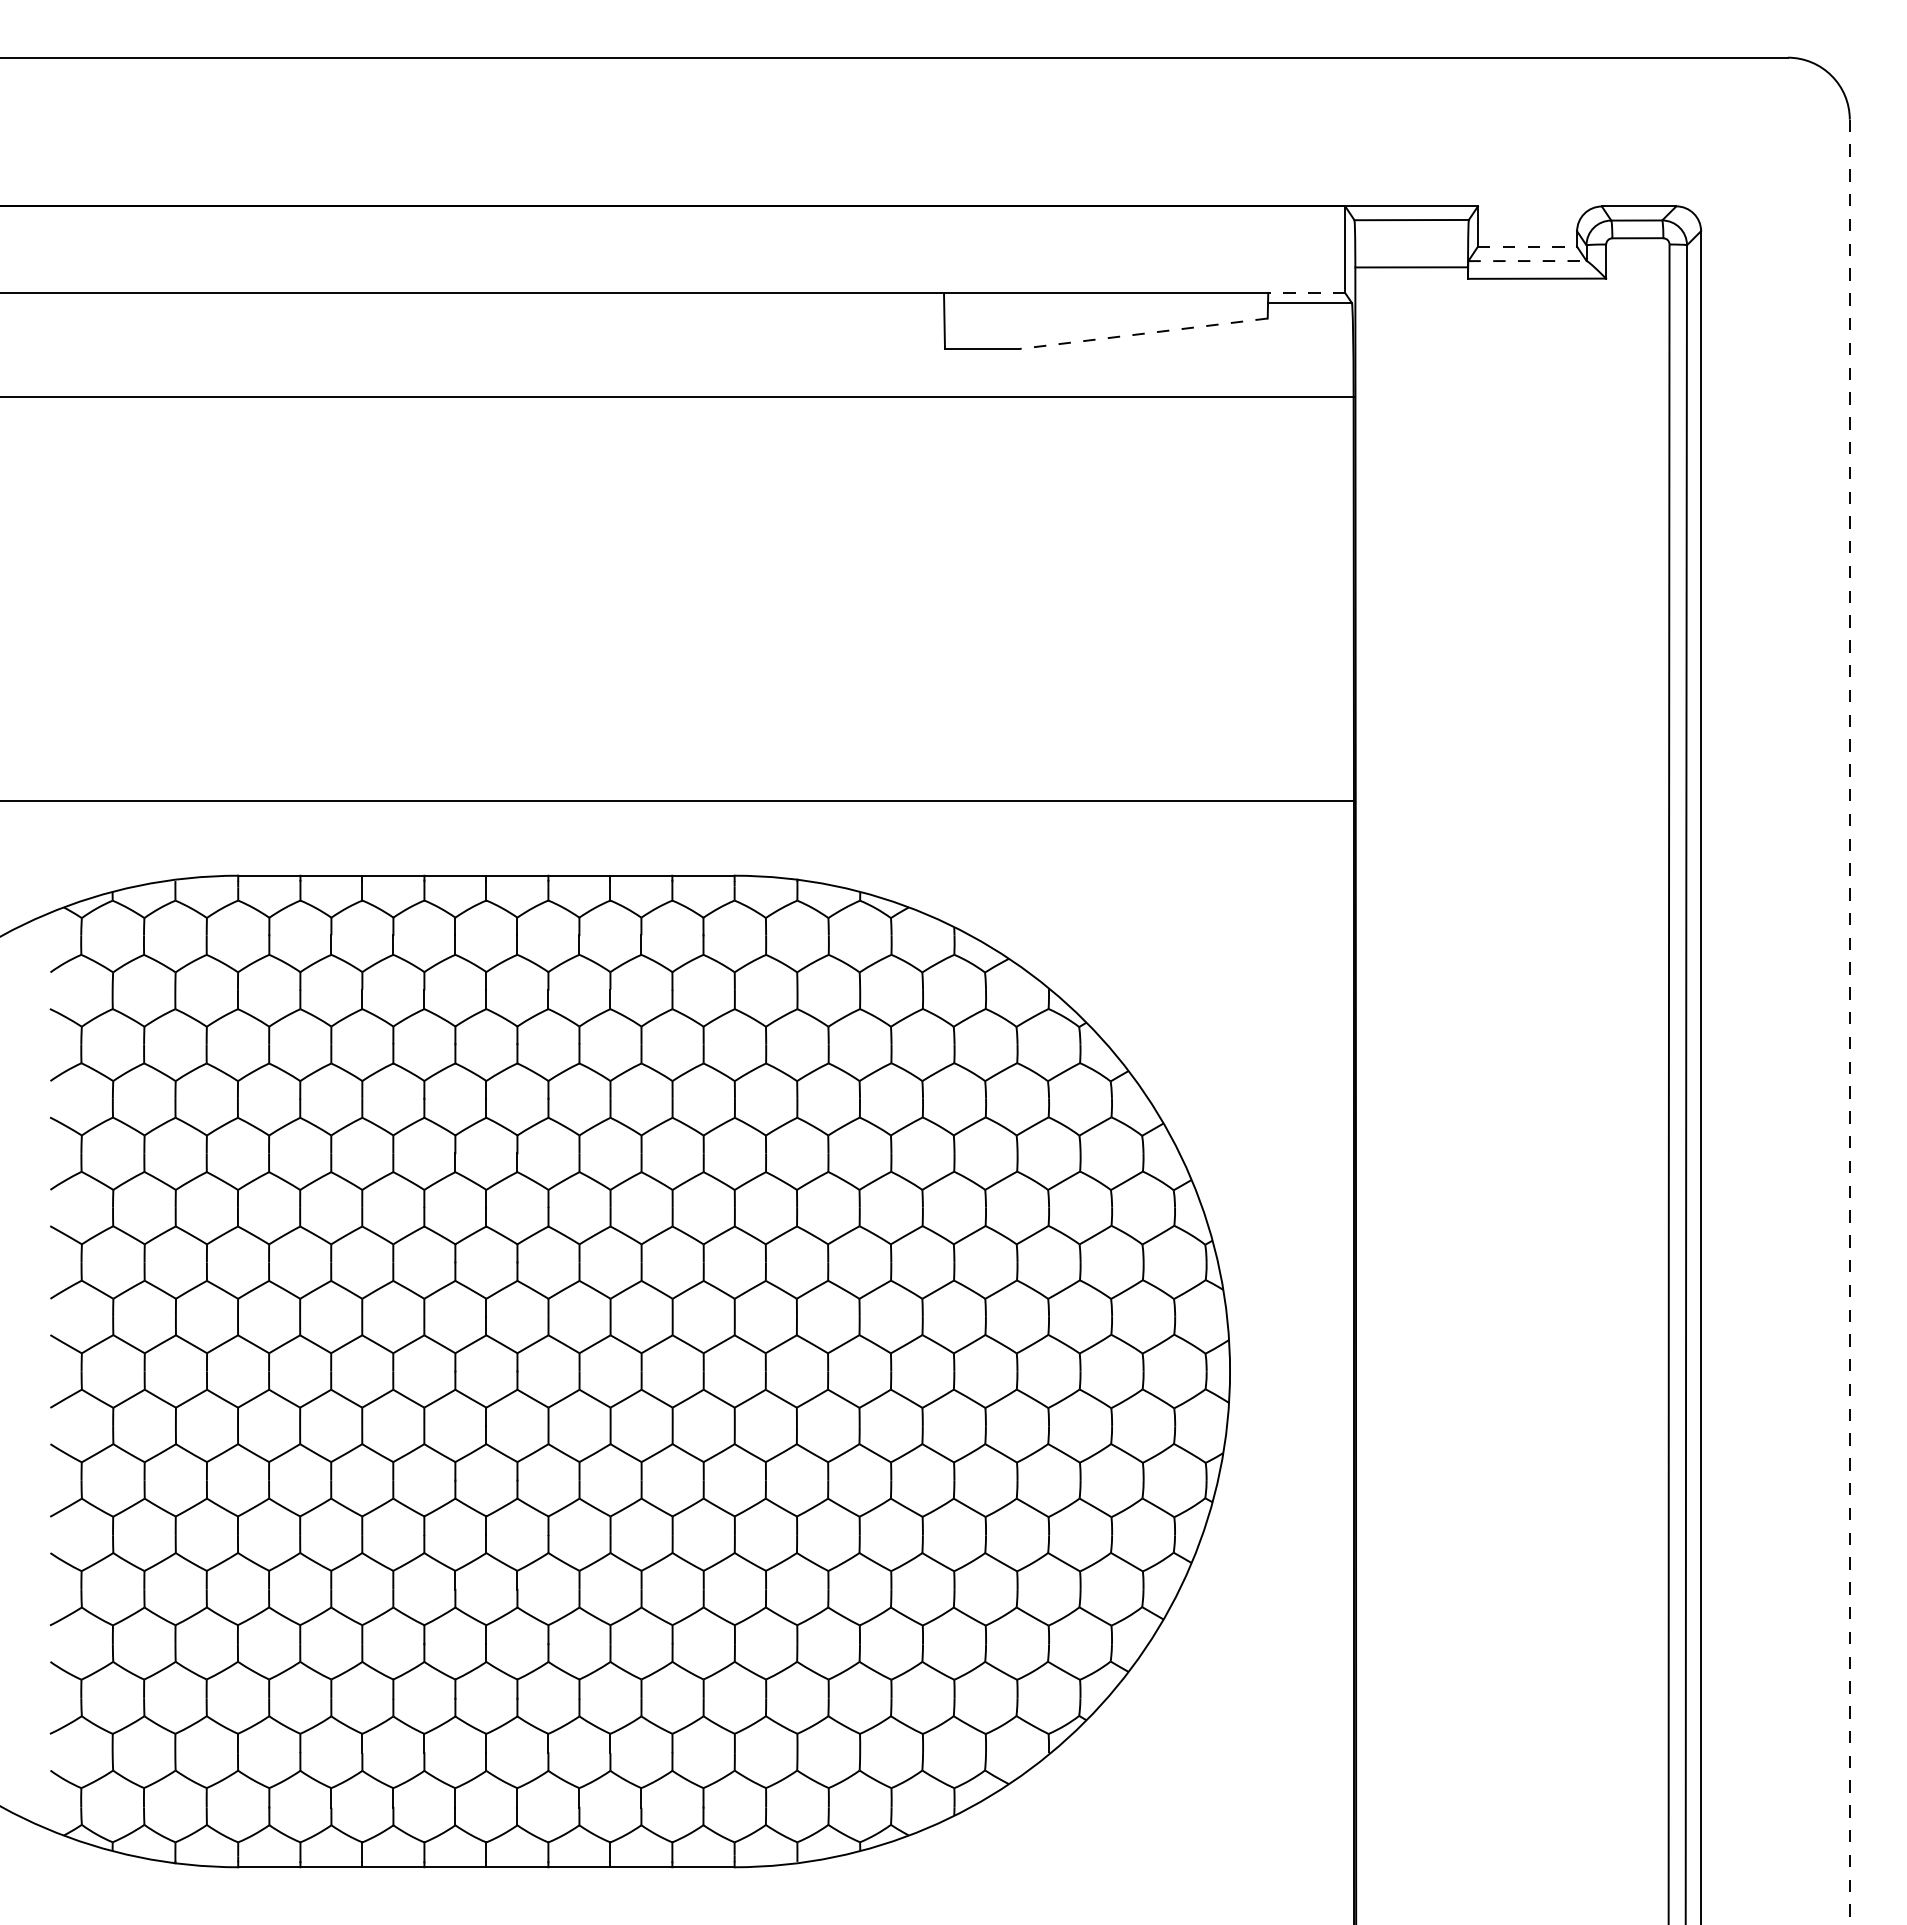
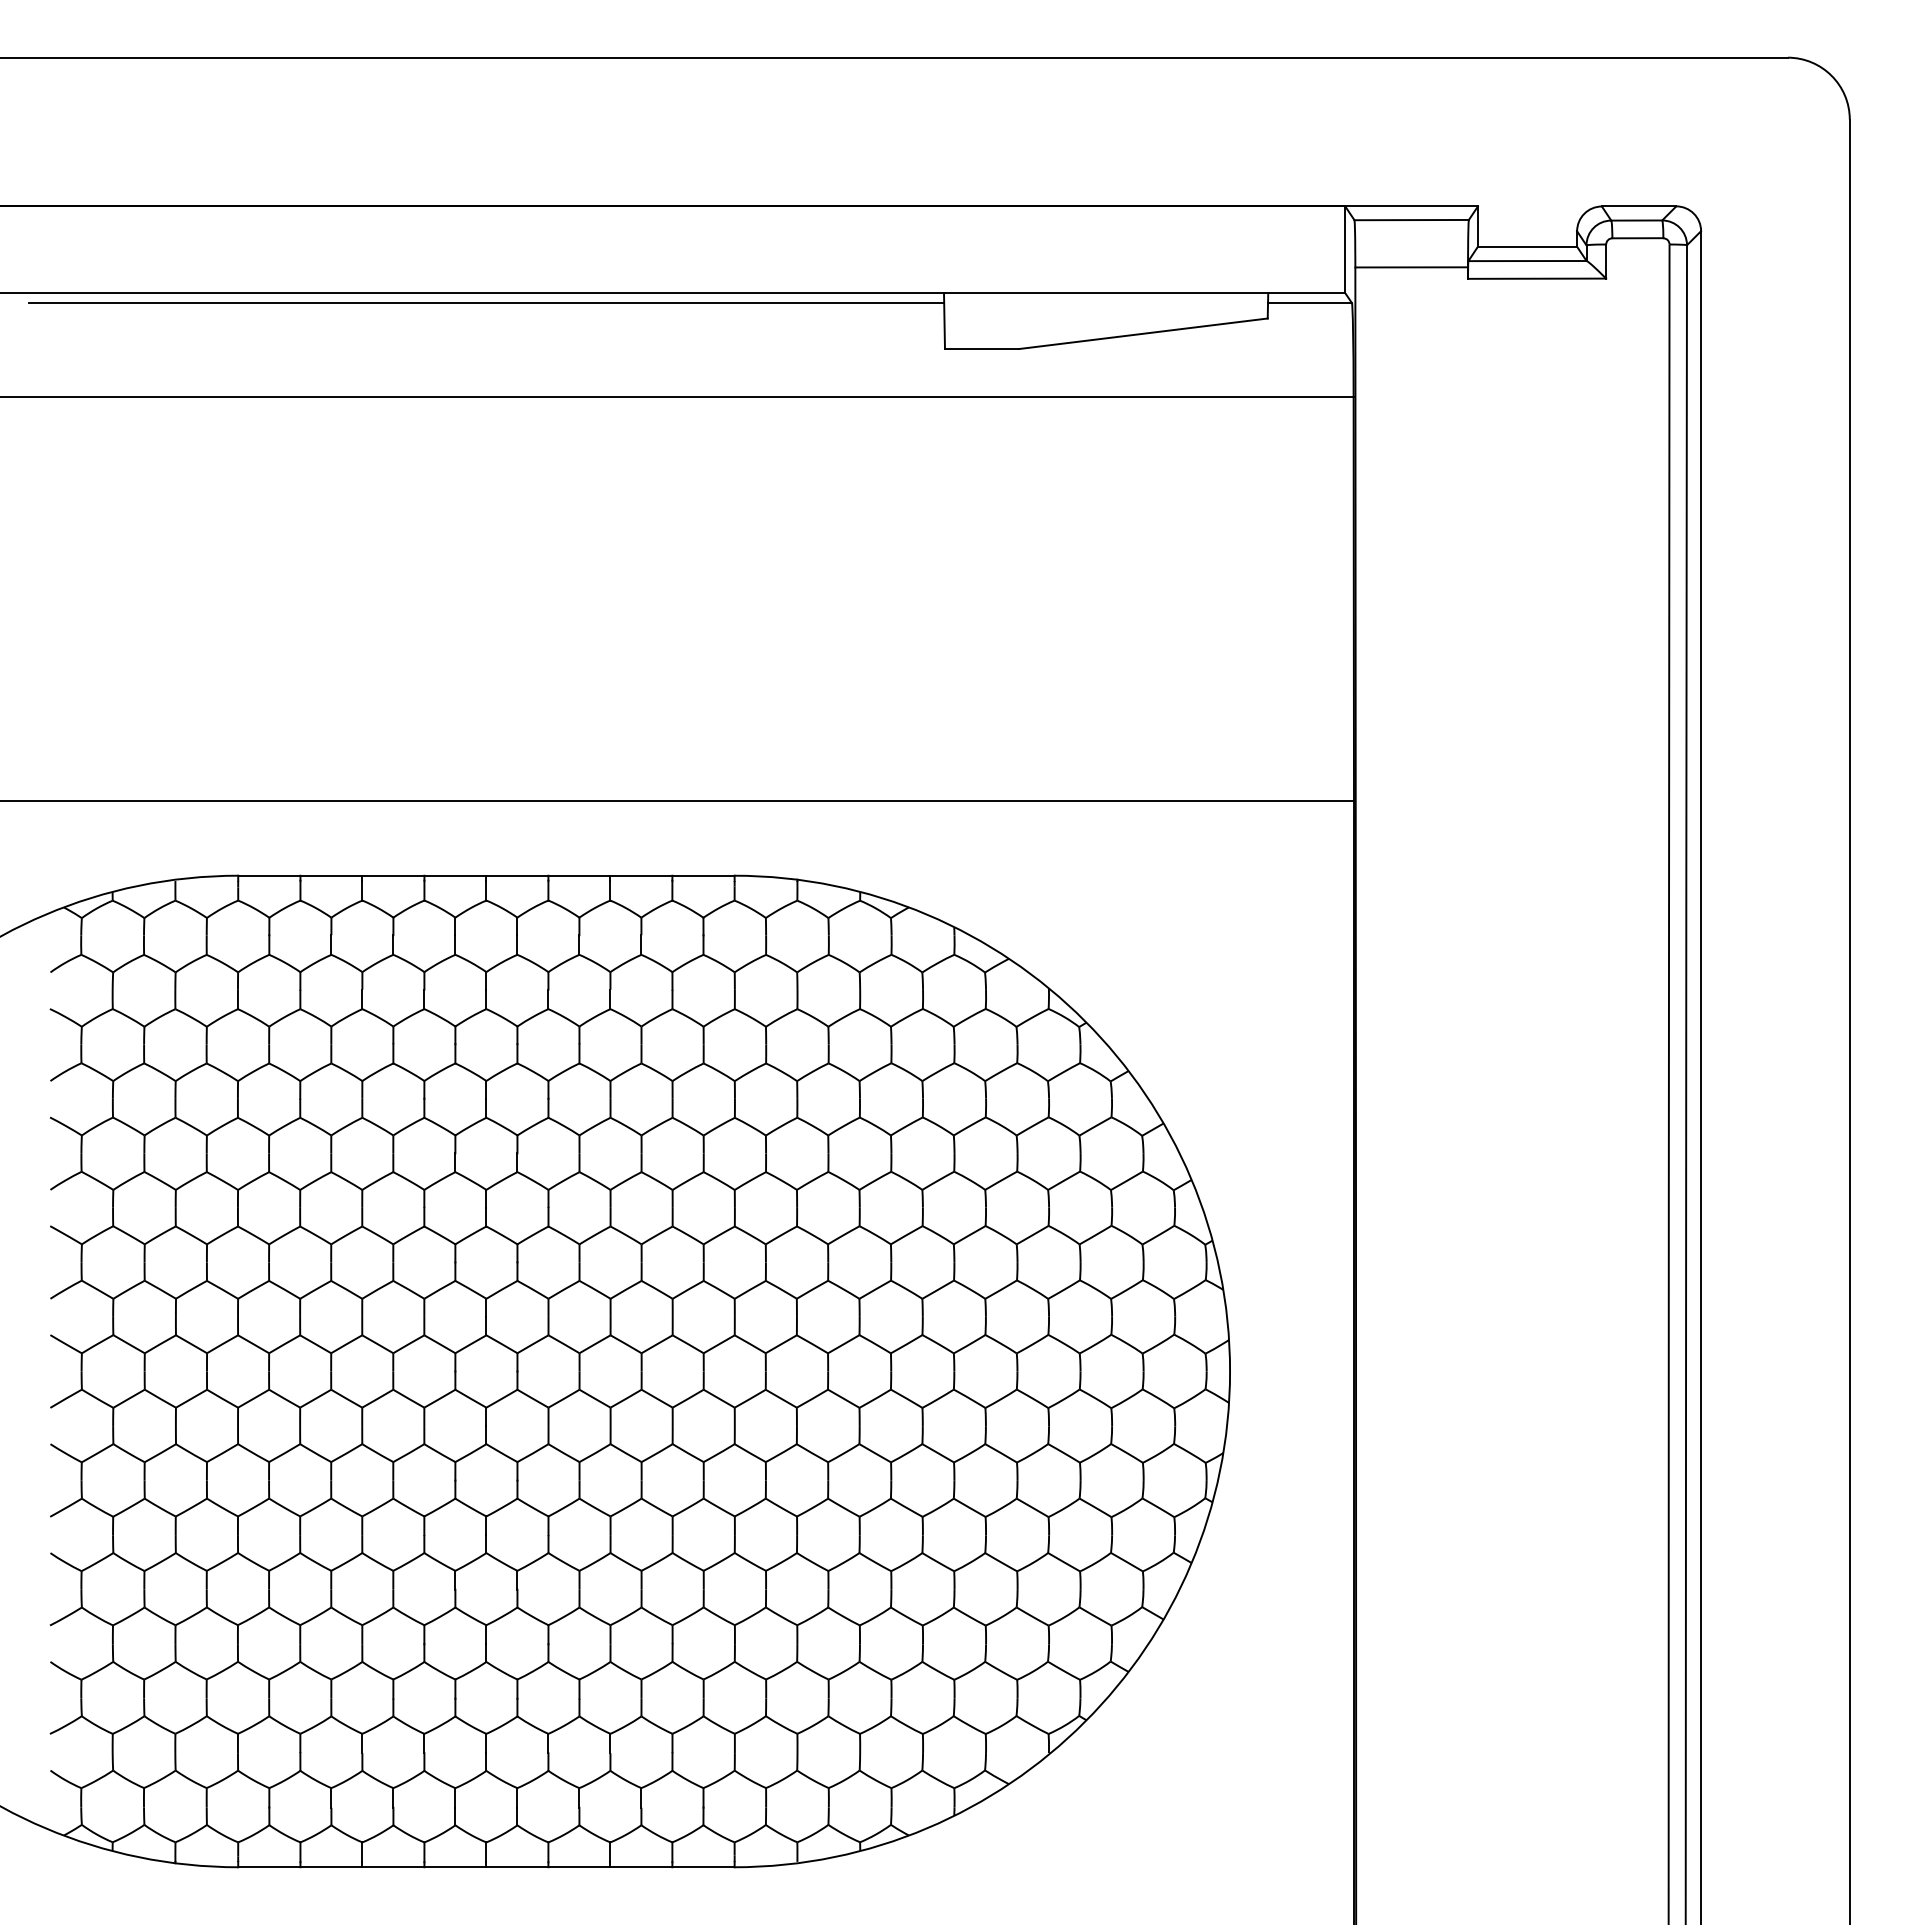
line at (1527, 246): dashed -> solid
line at (1528, 261): dashed -> solid
line at (1306, 293): dashed -> solid
line at (486, 303): none -> present
line at (1143, 333): dashed -> solid
line at (1849, 1022): dashed -> solid
